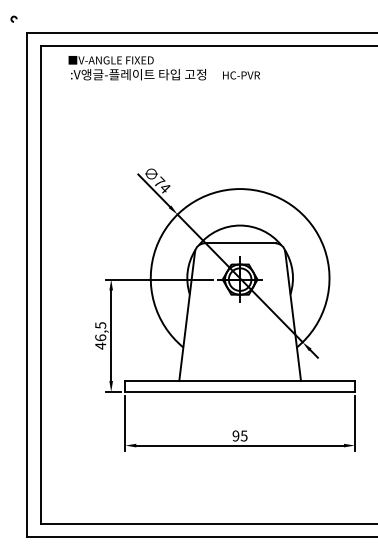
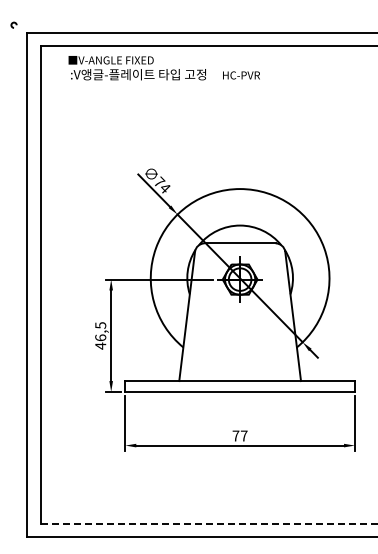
arc at (13, 17) position: (13, 17) -> (13, 23)
text at (239, 435): 95 -> 77
line at (209, 524): solid -> dashed
